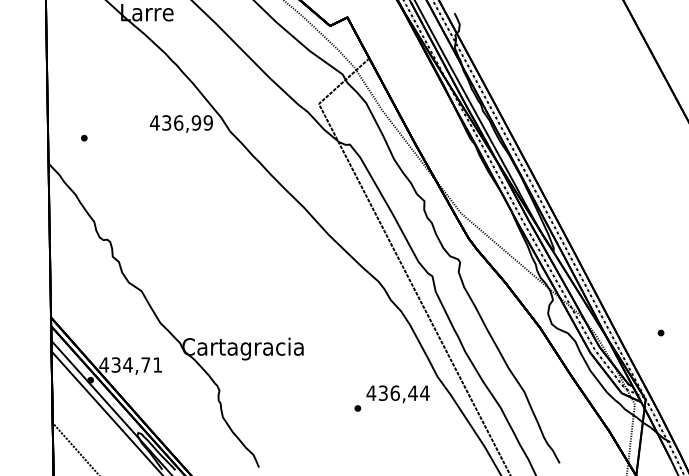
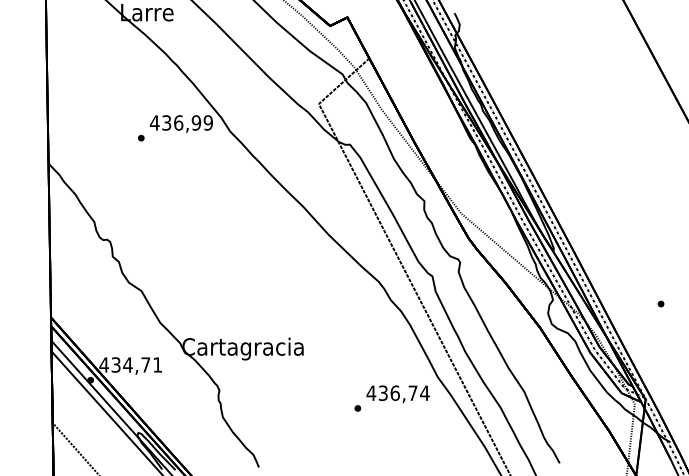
part at (84, 137) position: (84, 137) -> (141, 137)
part at (660, 332) position: (660, 332) -> (660, 303)
text at (412, 392): 436,44 -> 436,74
